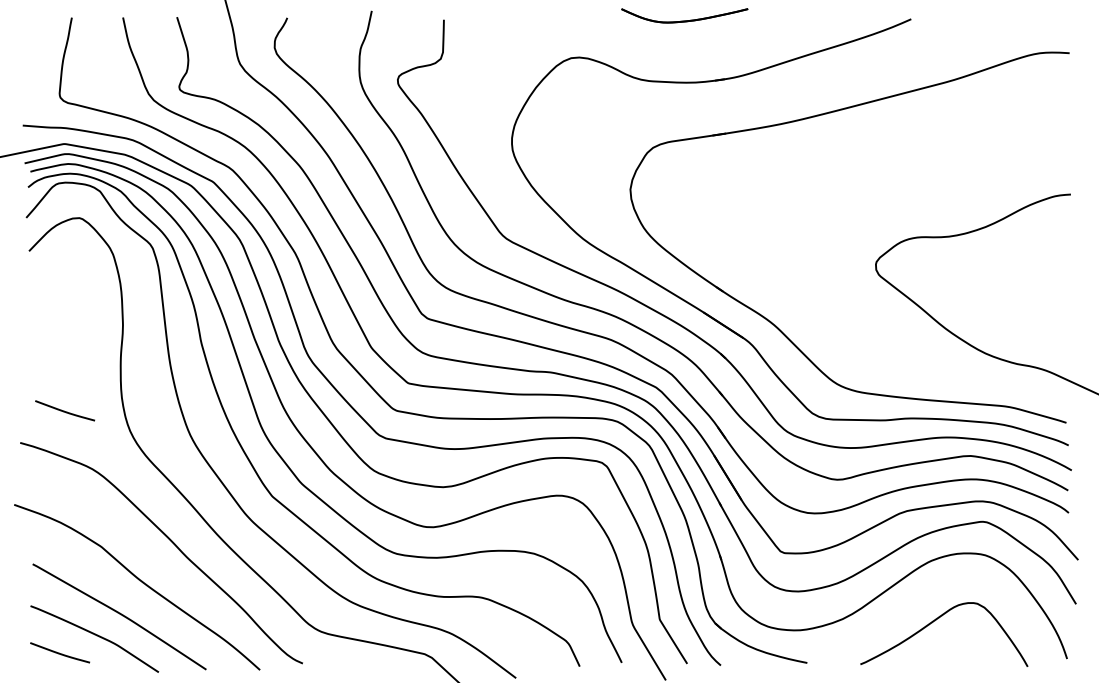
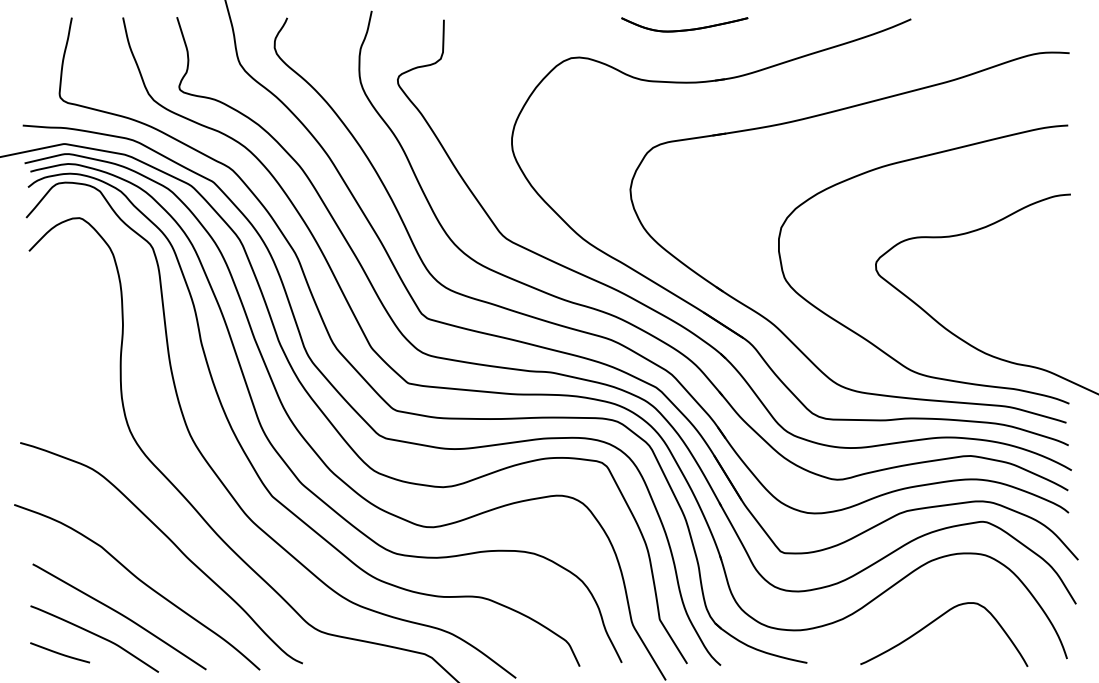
part at (684, 15) position: (684, 15) -> (684, 24)
curve at (869, 340): none -> present
line at (64, 410): present -> none
